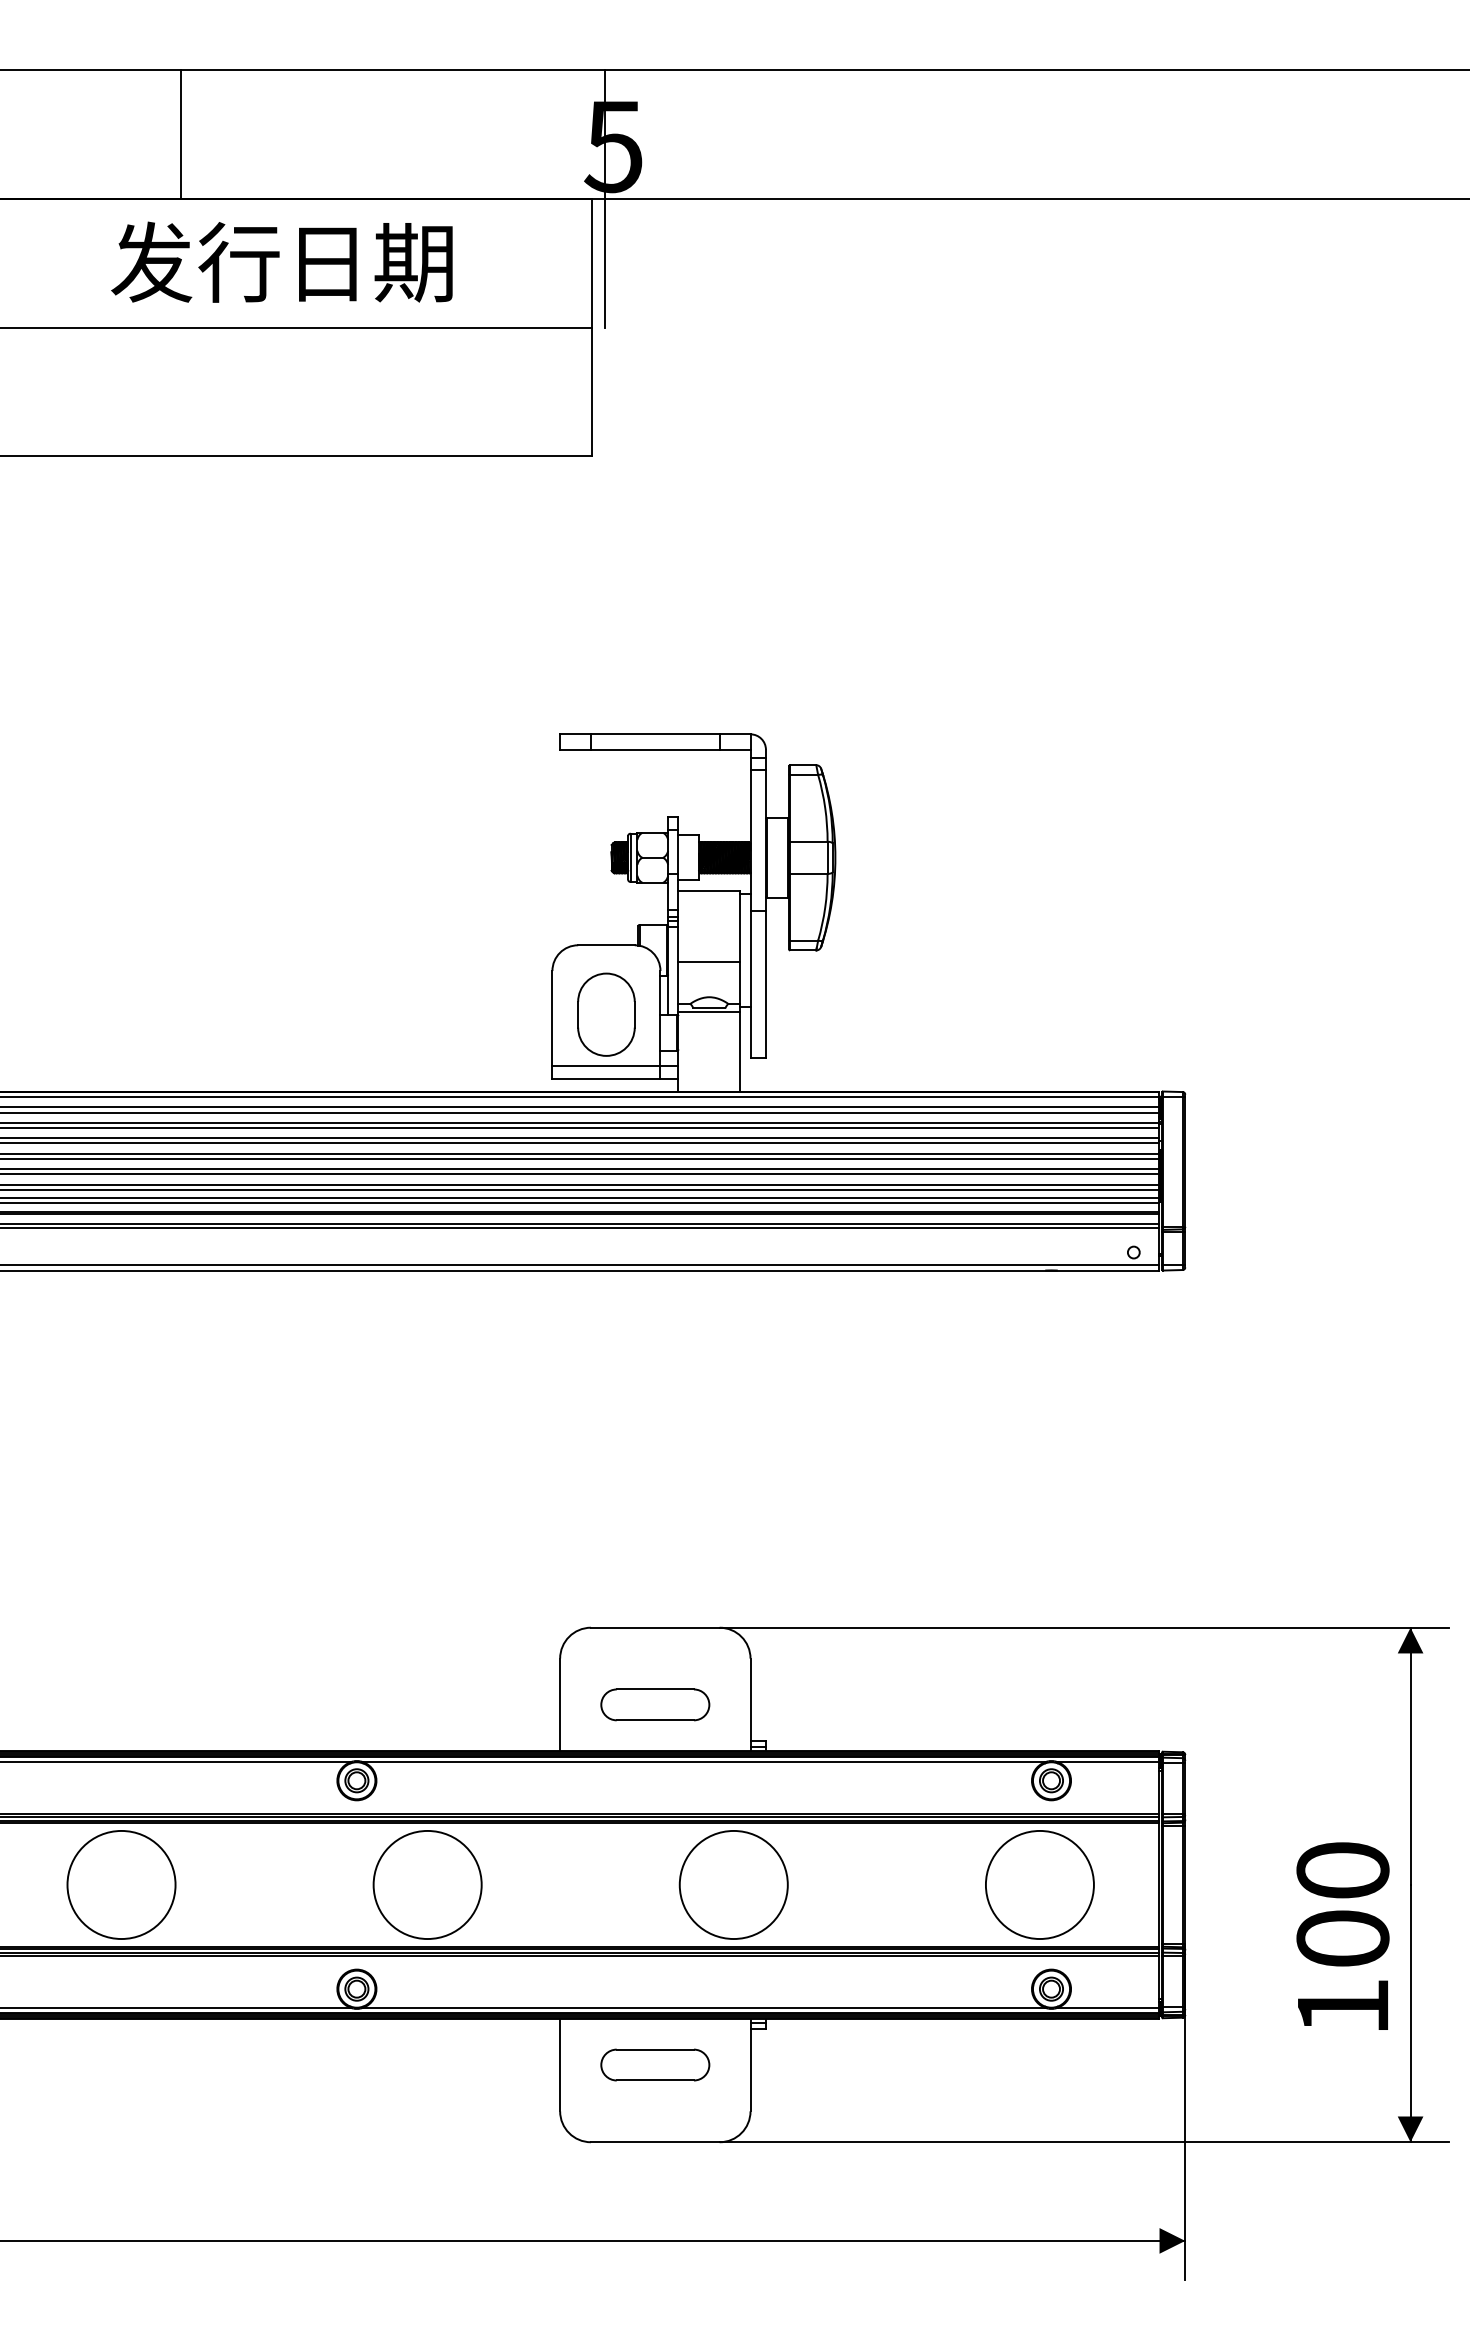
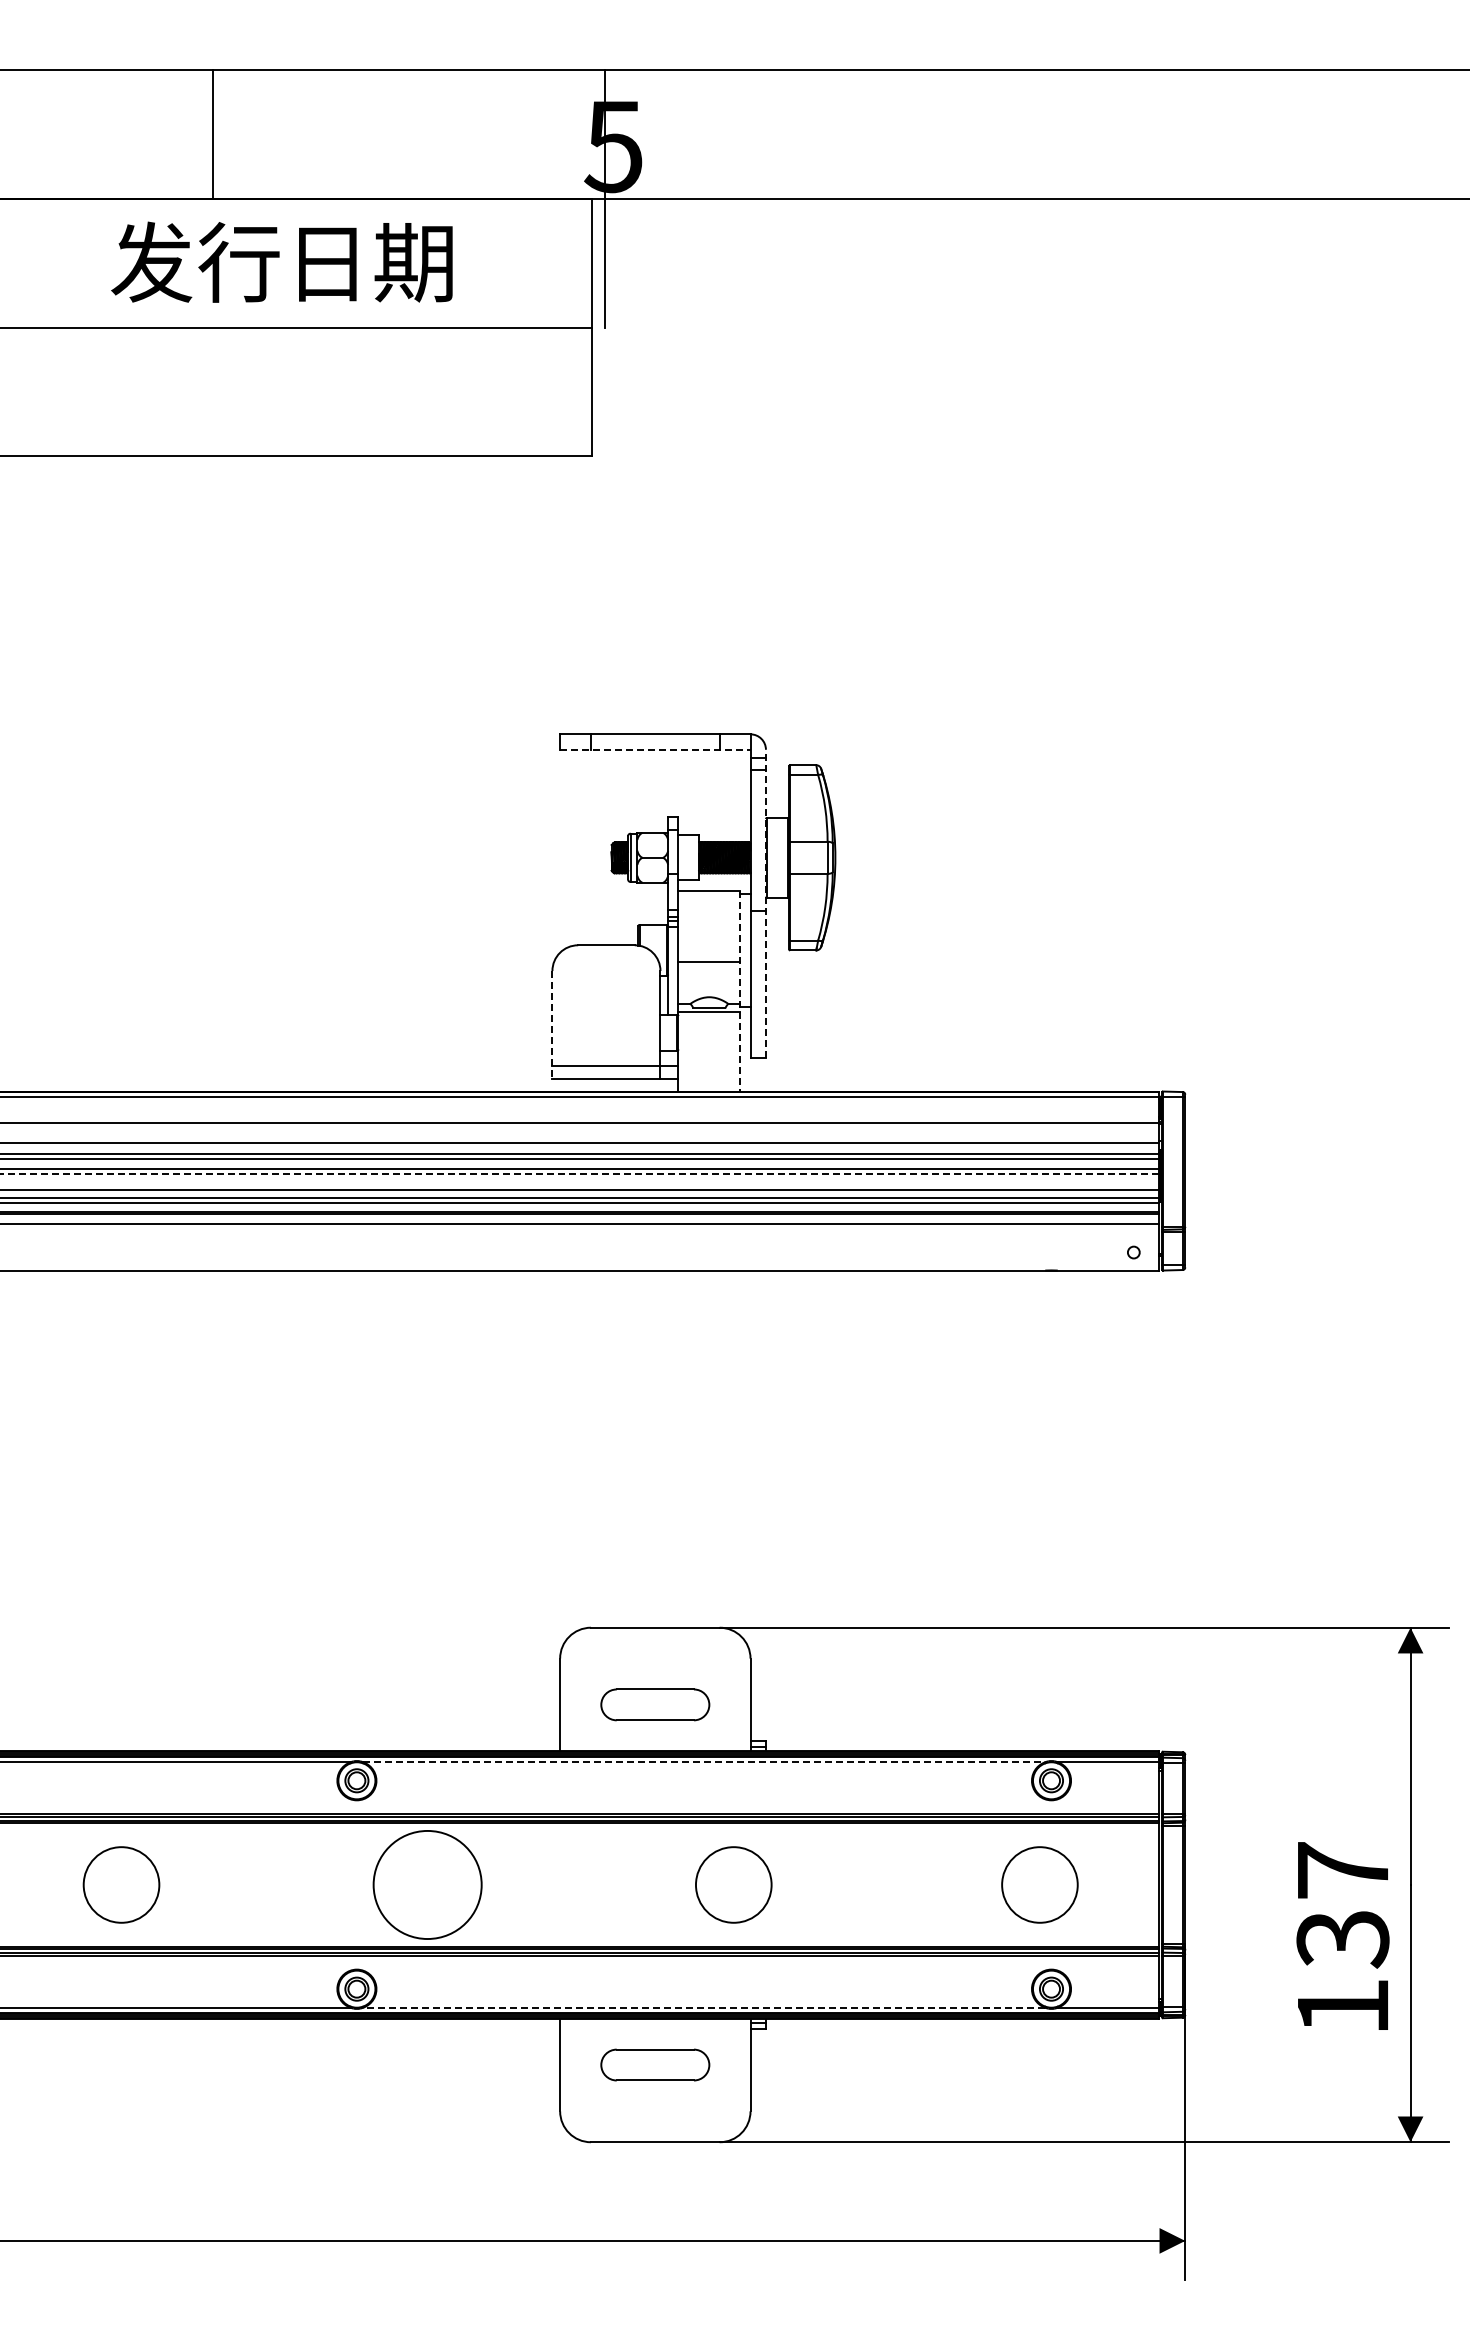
line at (180, 134) position: (180, 134) -> (212, 134)
line at (655, 749): solid -> dashed
line at (765, 903): solid -> dashed
line at (740, 991): solid -> dashed
part at (606, 1014): present -> none
line at (552, 1025): solid -> dashed
line at (580, 1107): present -> none
line at (580, 1112): present -> none
line at (580, 1128): present -> none
line at (580, 1138): present -> none
line at (579, 1174): solid -> dashed
line at (580, 1184): present -> none
line at (580, 1228): present -> none
line at (580, 1265): present -> none
line at (704, 1762): solid -> dashed
circle at (121, 1884) diameter: 108 px -> 76 px
circle at (733, 1884) diameter: 108 px -> 76 px
circle at (1039, 1884) diameter: 108 px -> 76 px
text at (1342, 1905): 100 -> 137
line at (703, 2007): solid -> dashed
